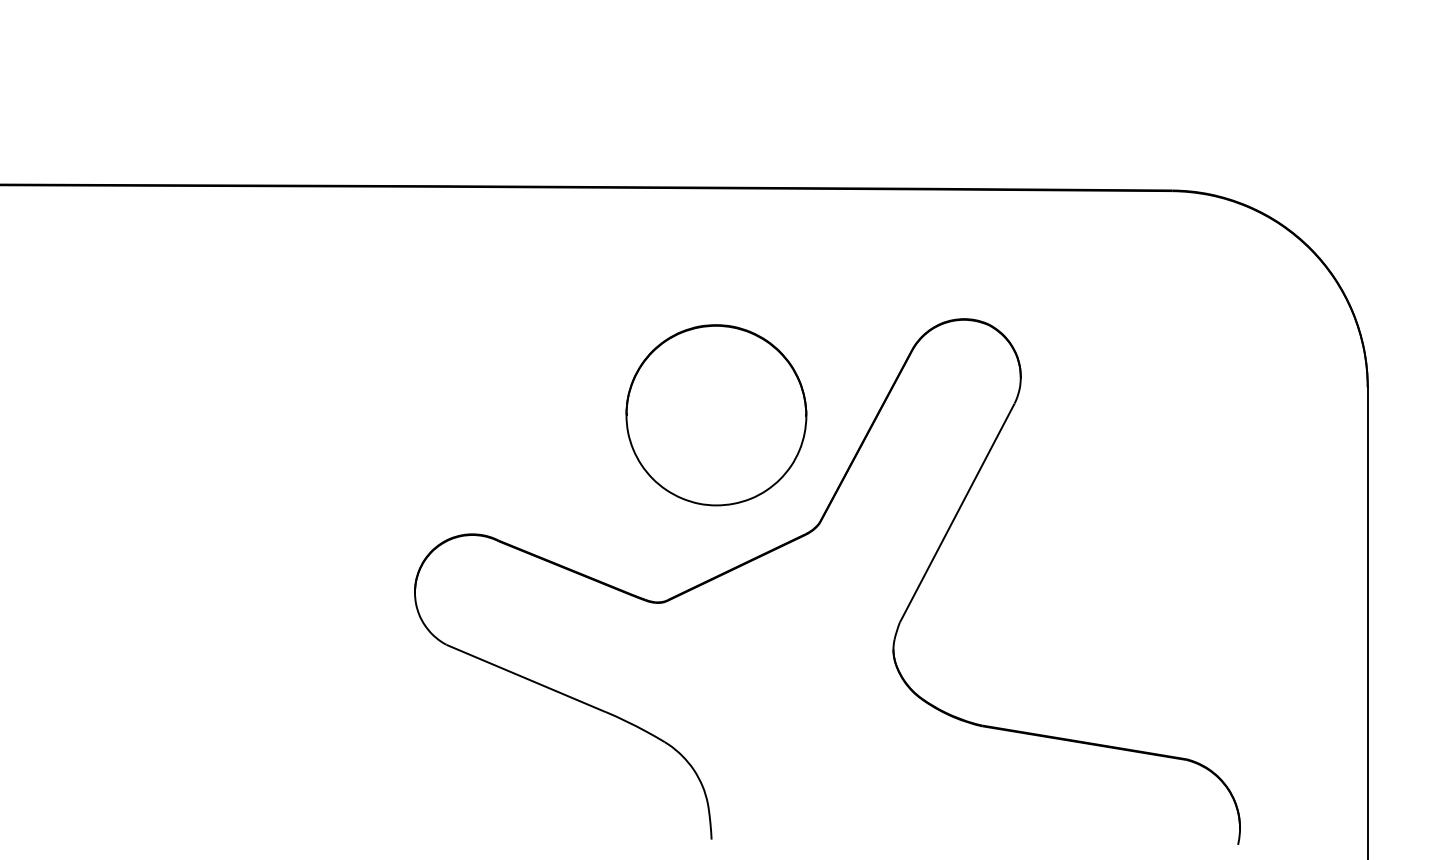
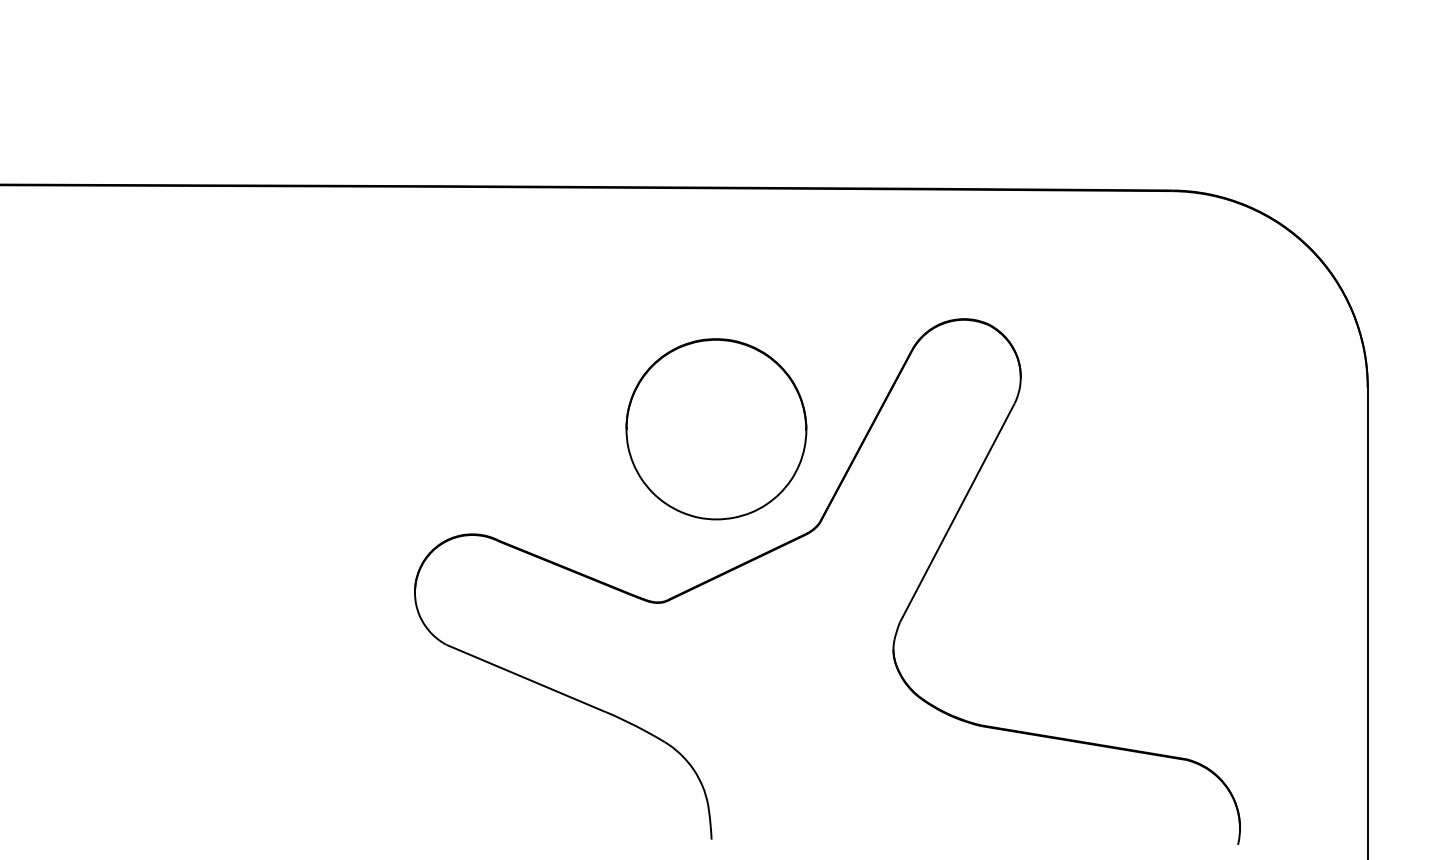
part at (716, 415) position: (716, 415) -> (716, 429)
